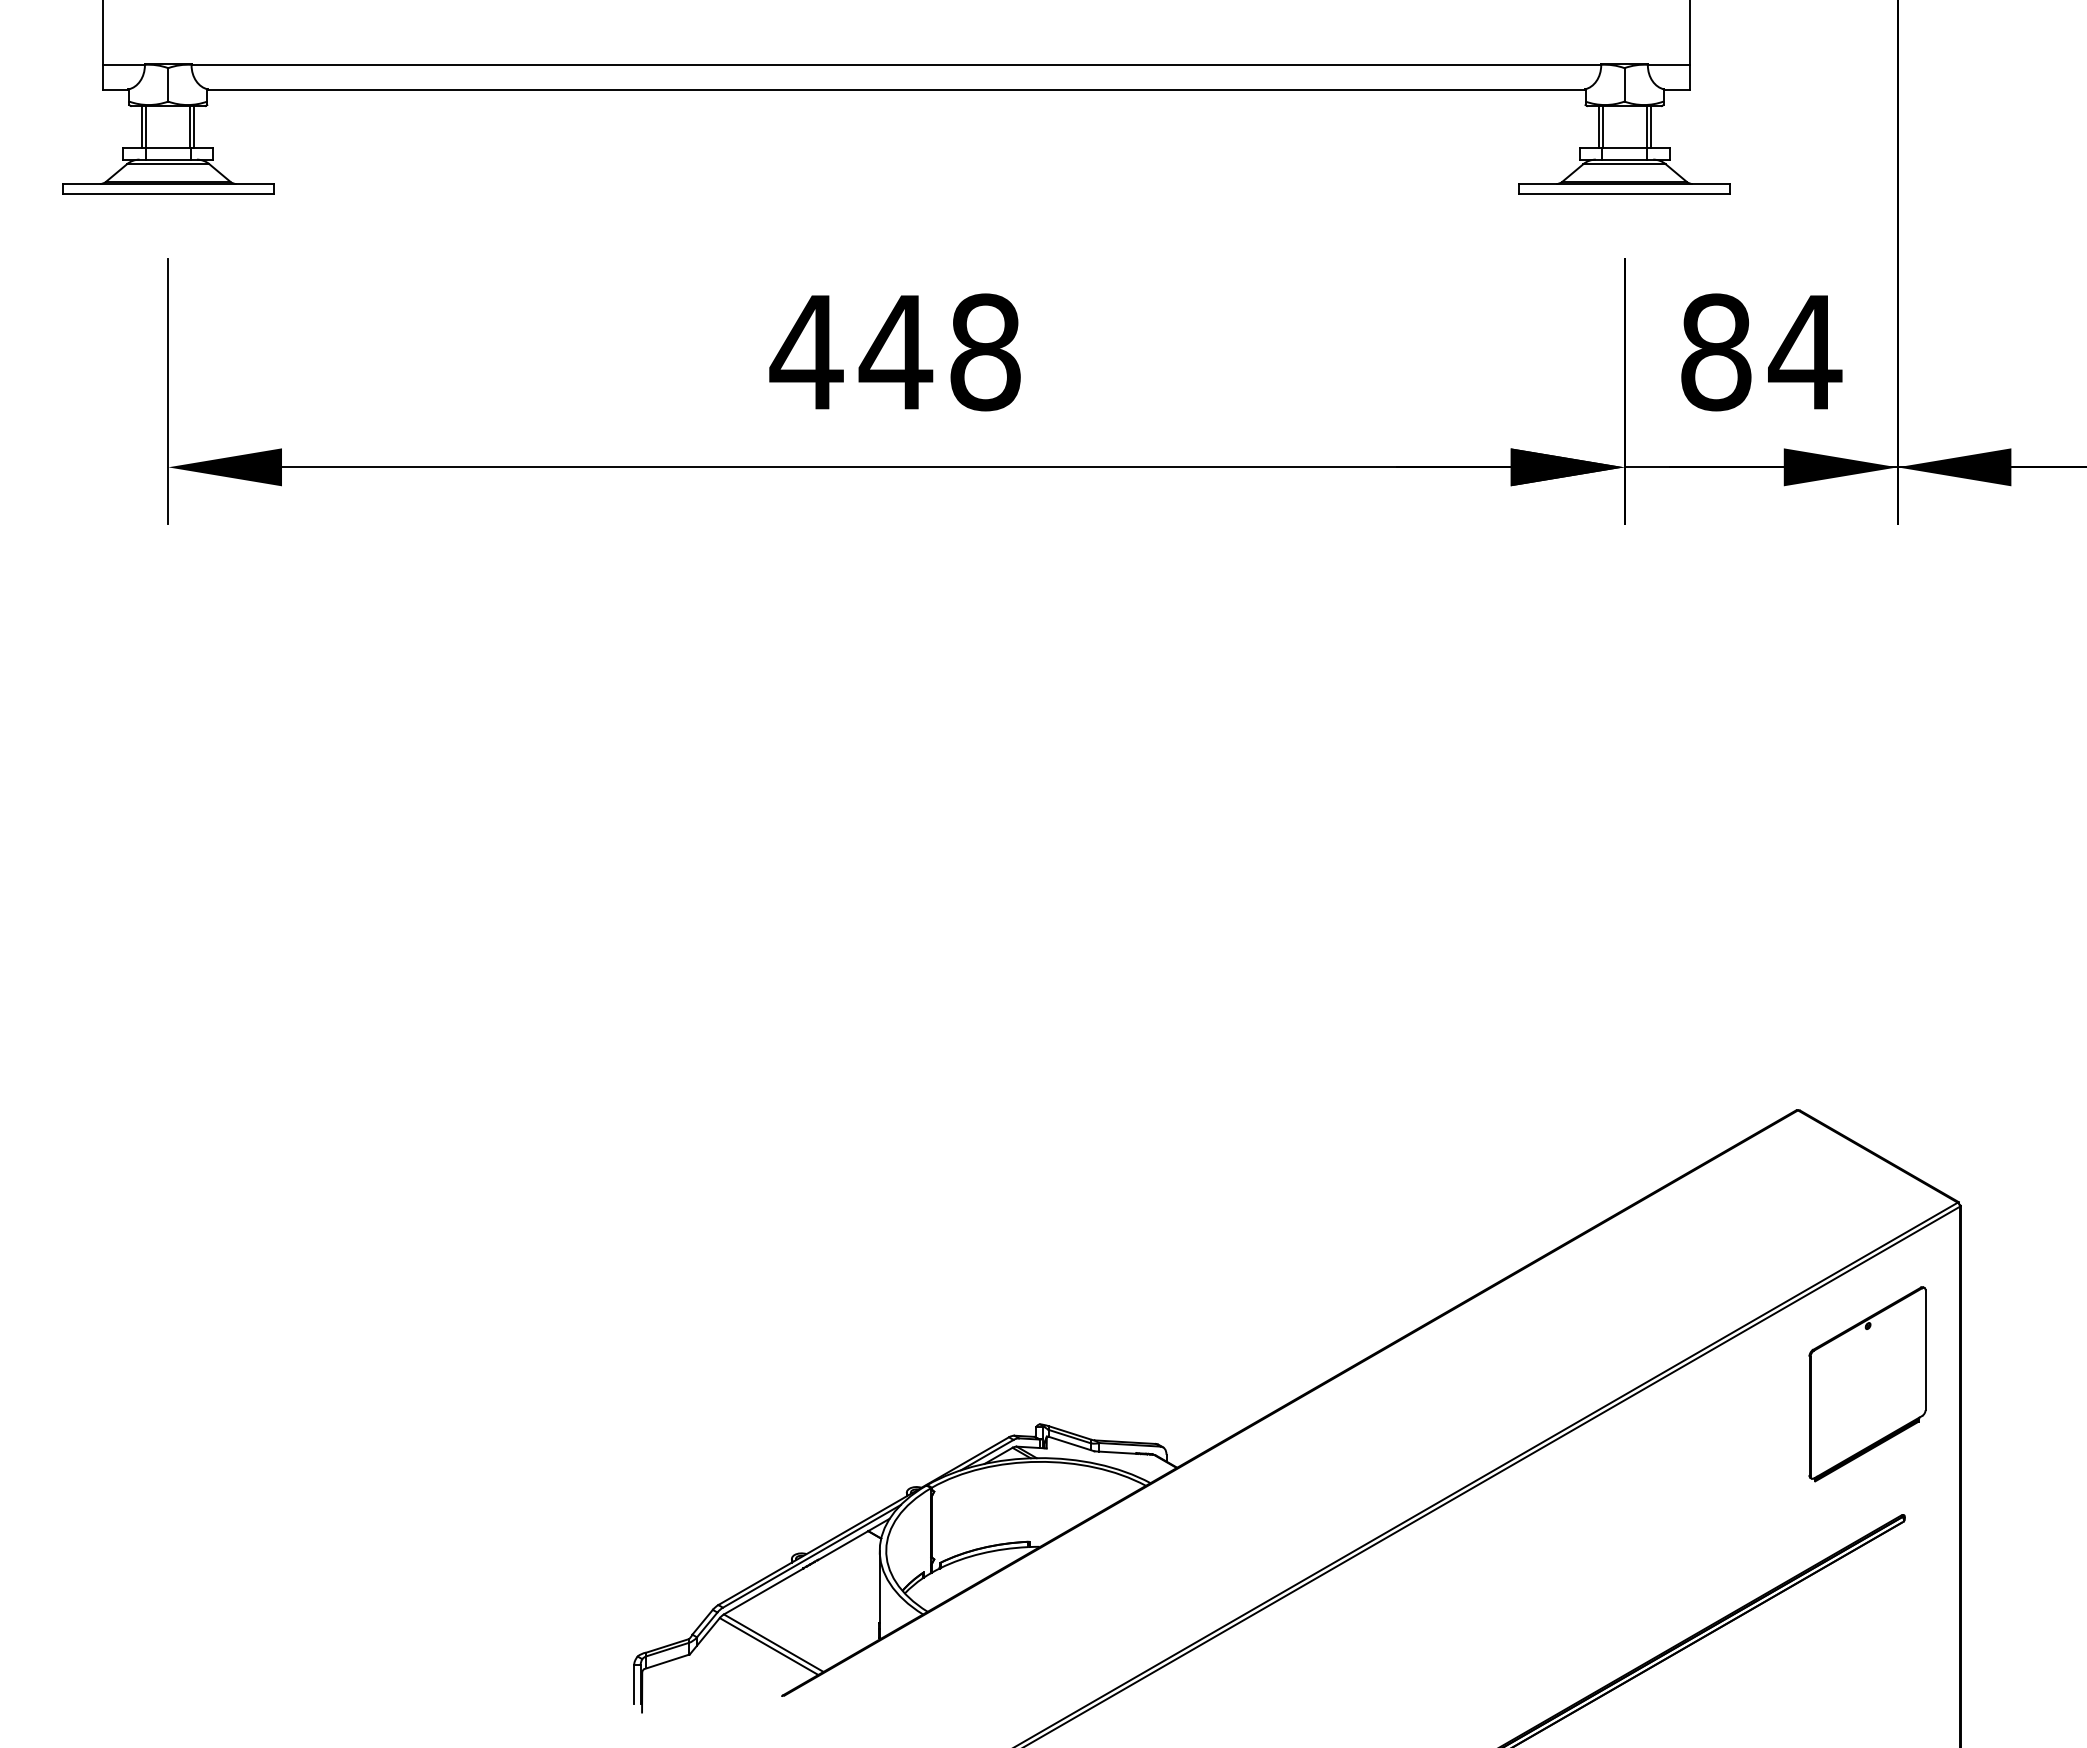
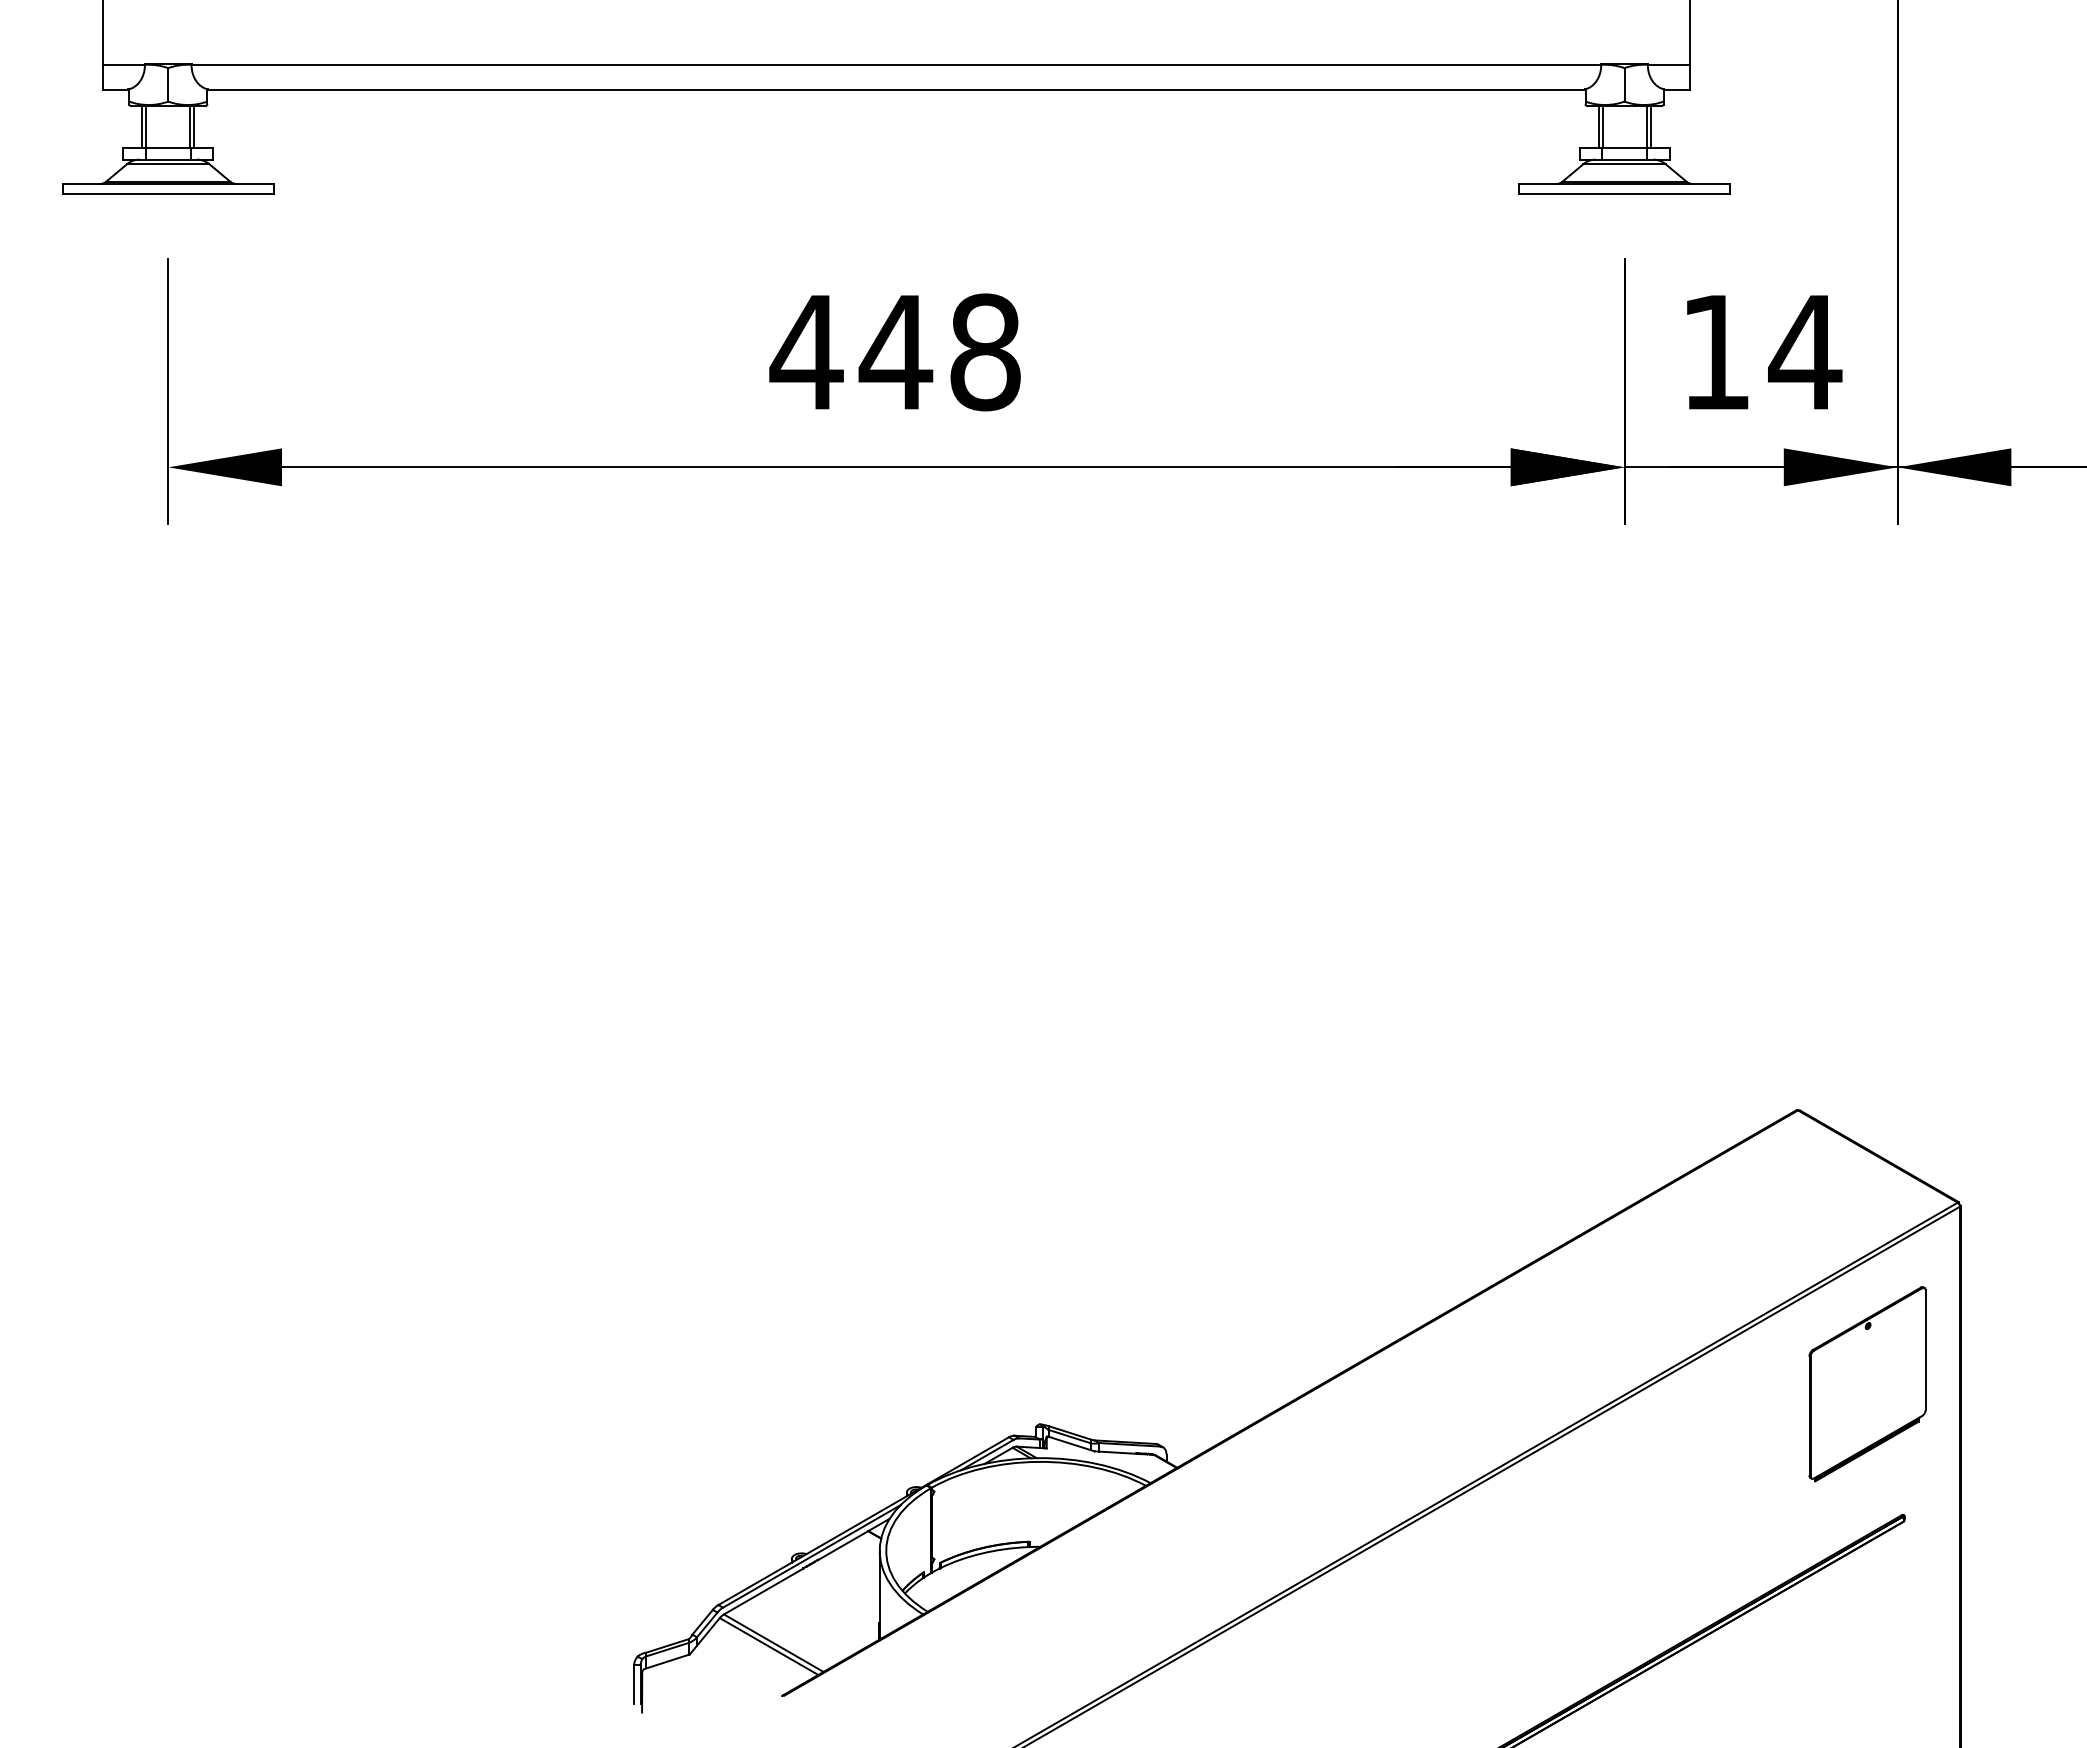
text at (1716, 352): 84 -> 14
